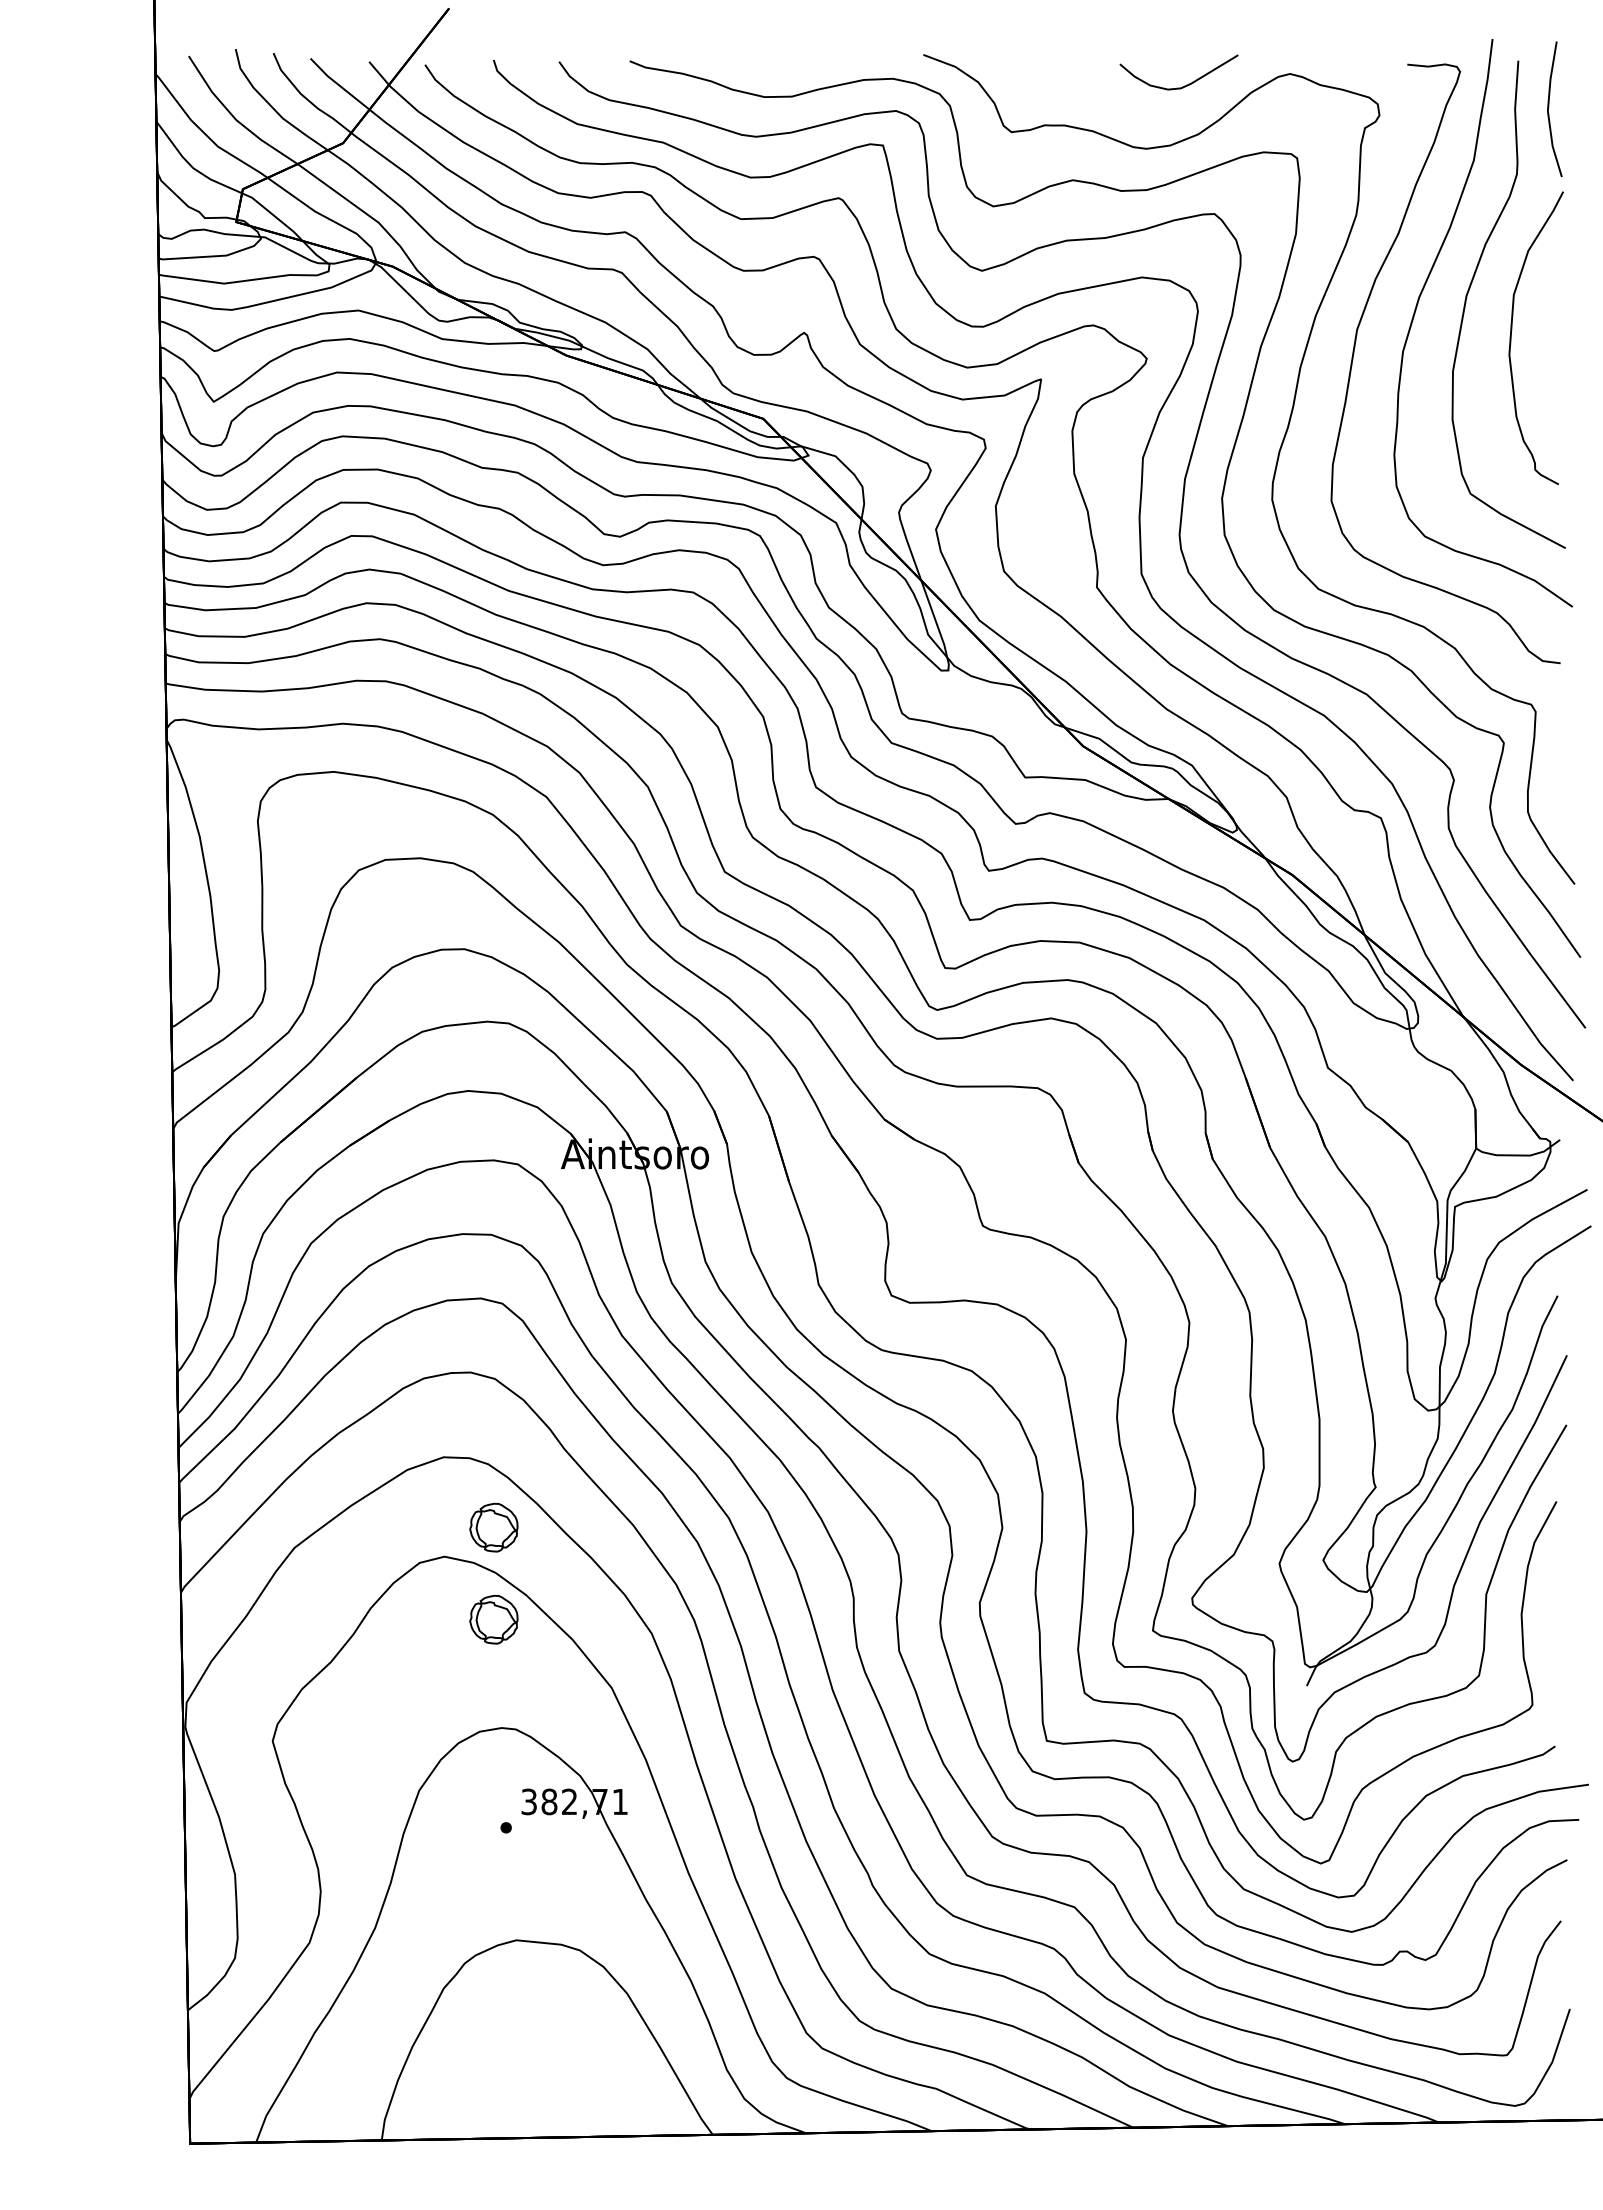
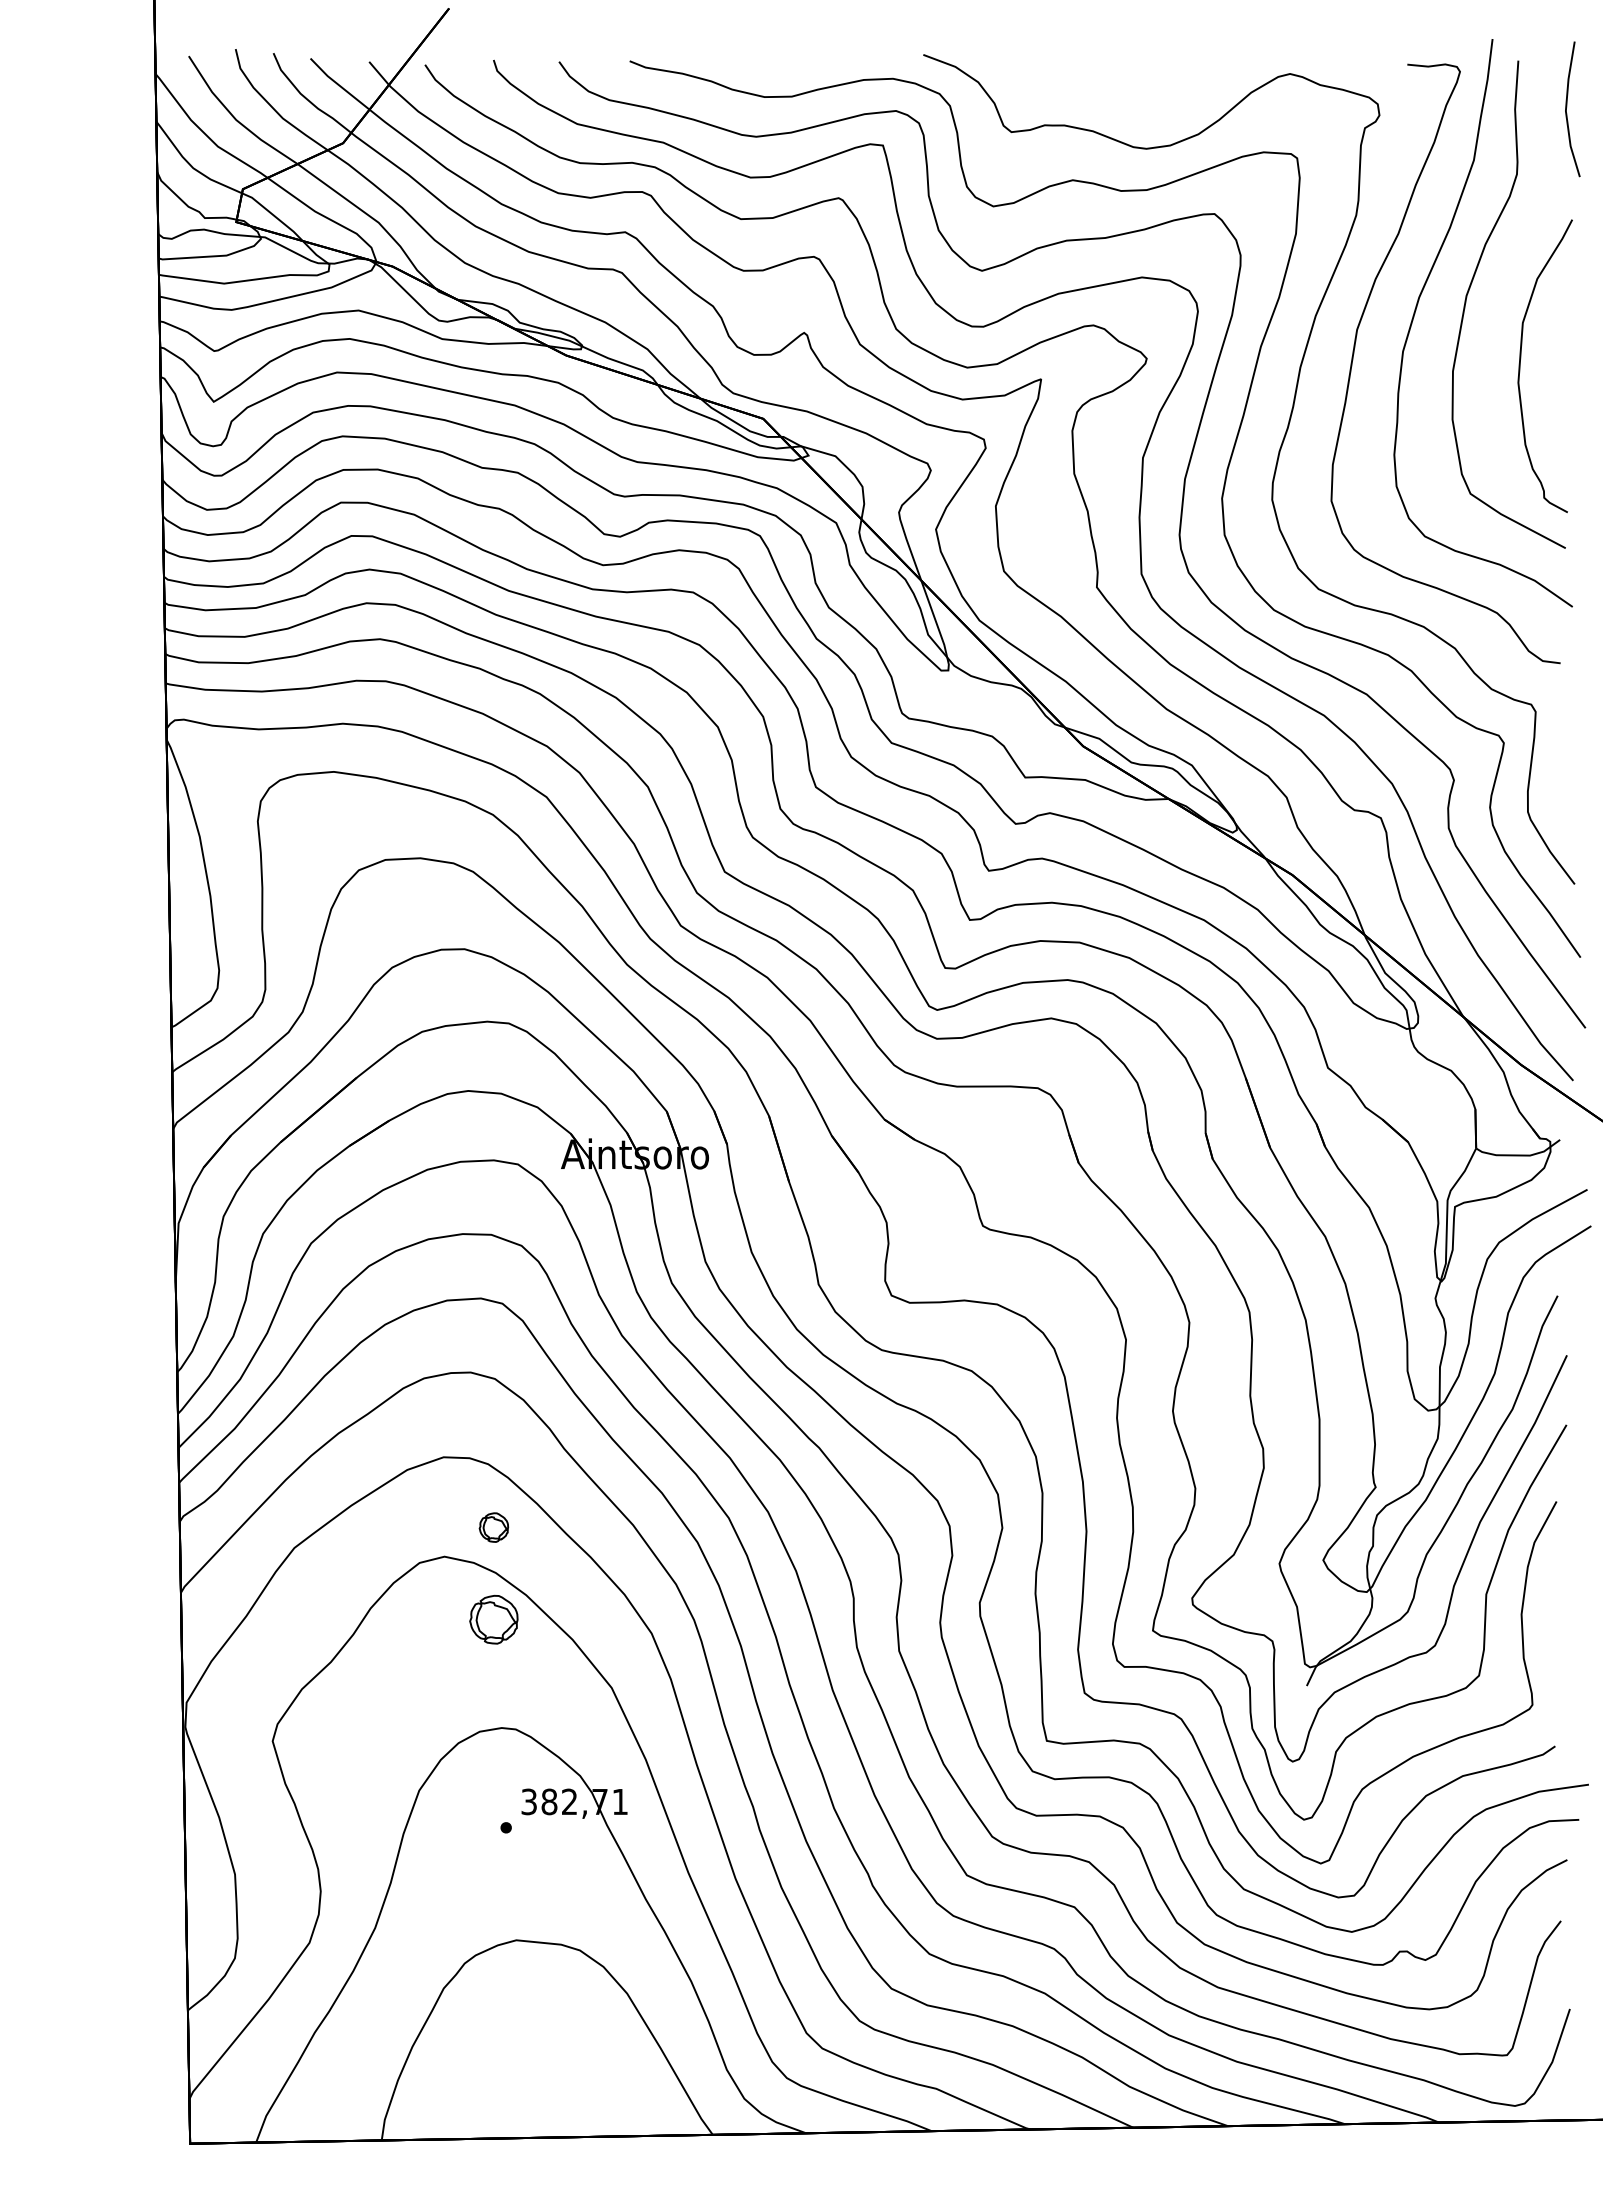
curve at (1184, 85): present -> none
line at (1549, 107) position: (1549, 107) -> (1567, 107)
curve at (1511, 338) position: (1511, 338) -> (1520, 366)
part at (493, 1527) size: 50x51 px -> 32x31 px
